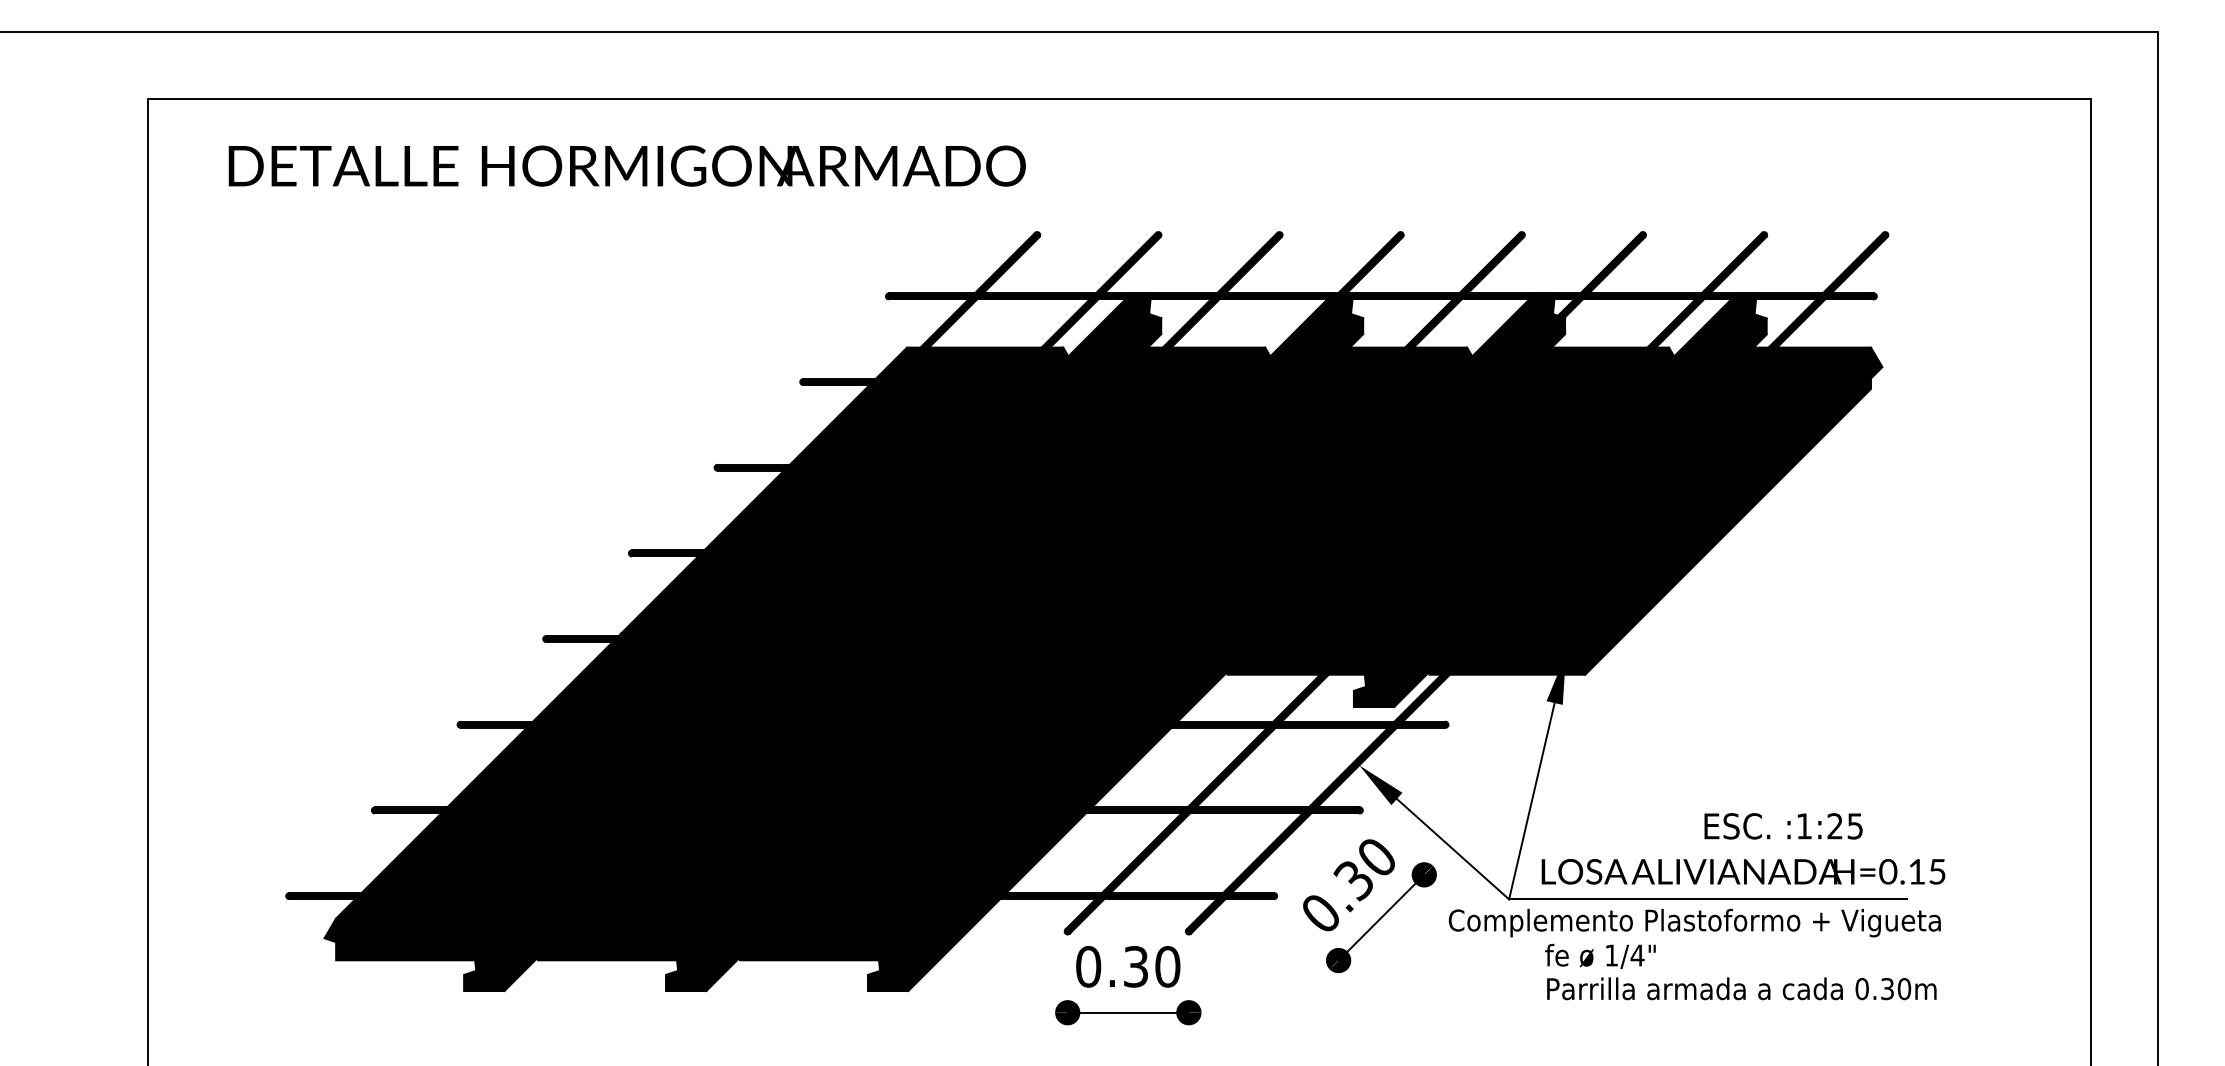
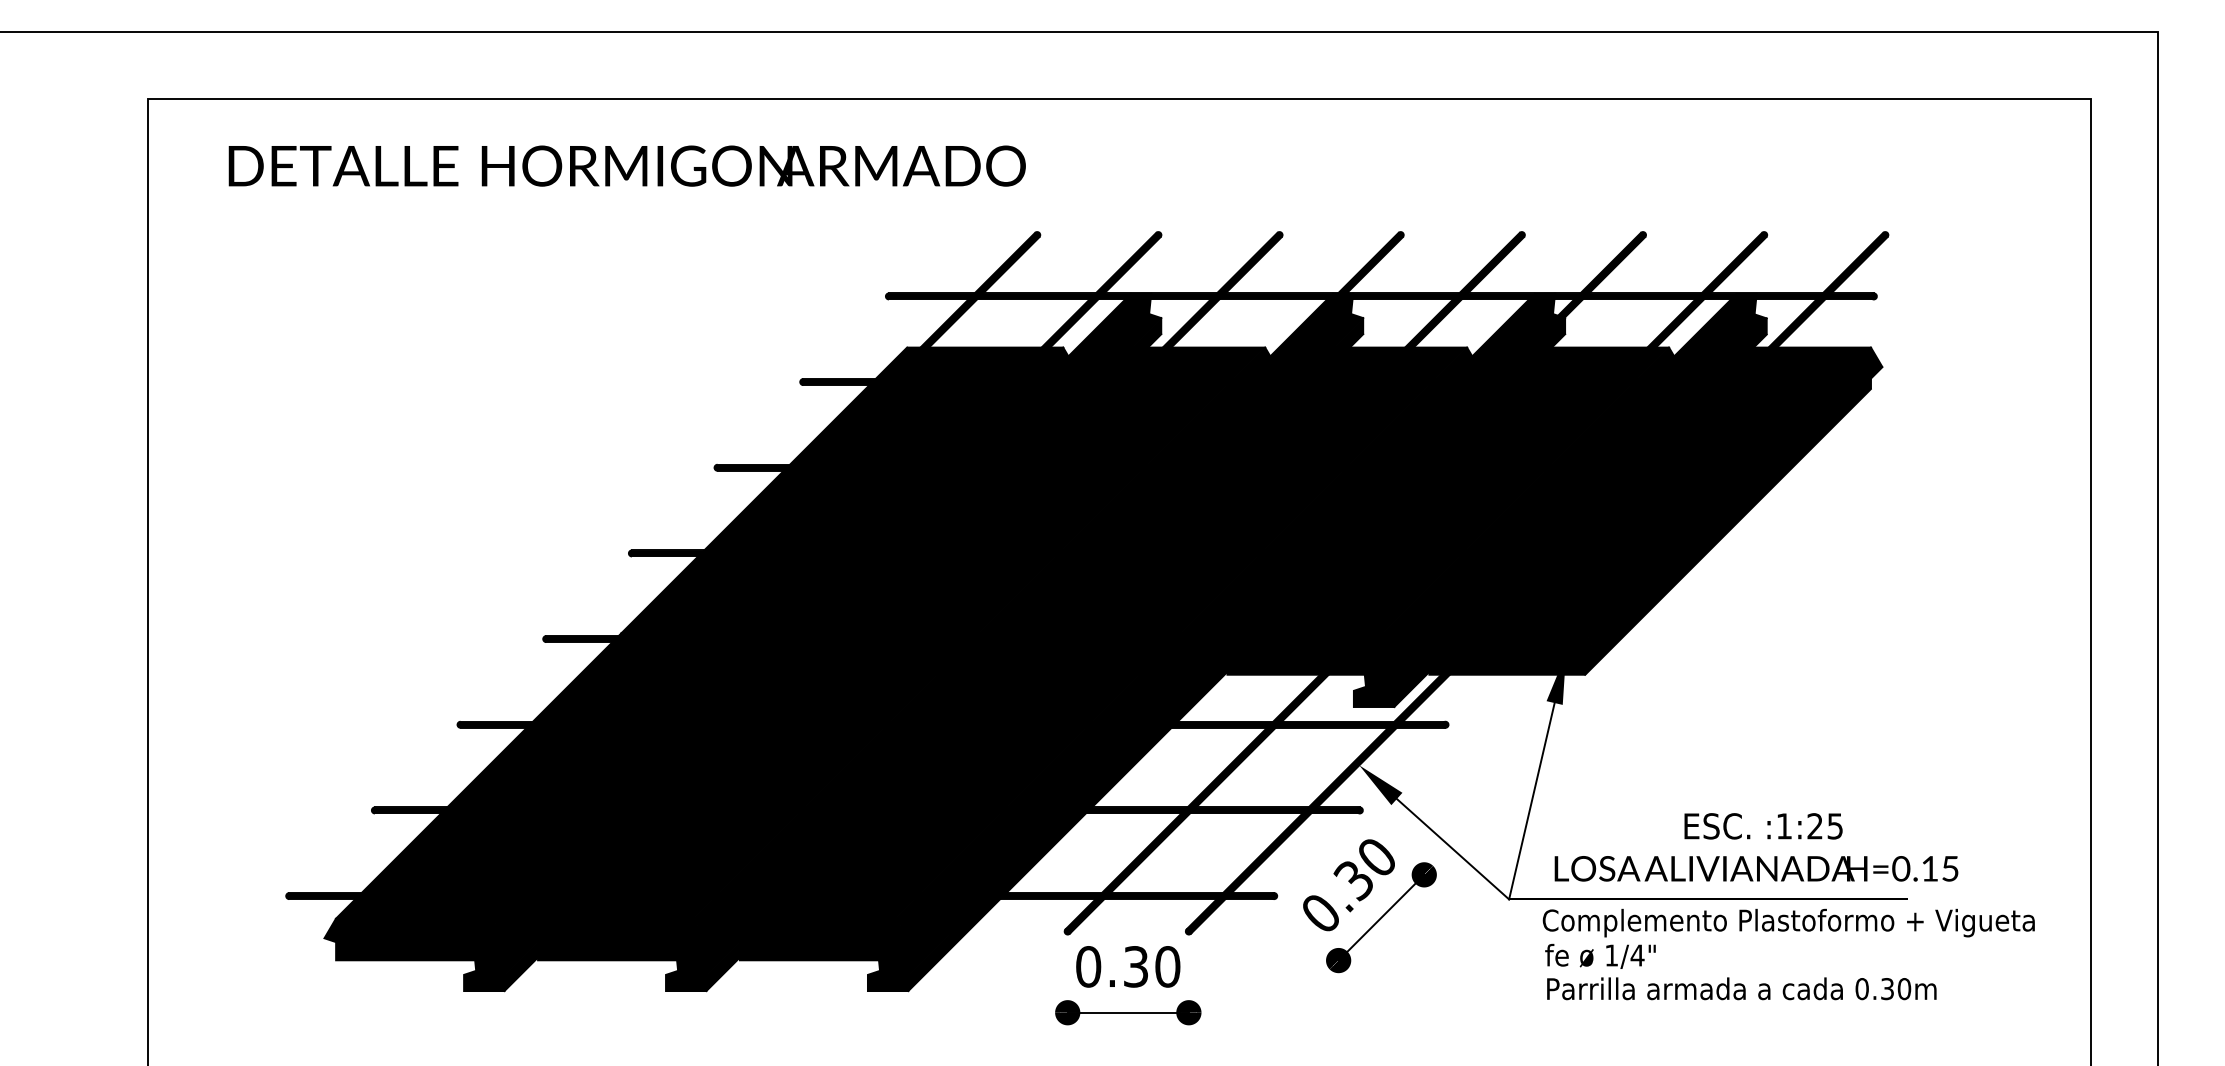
text at (1783, 826) position: (1783, 826) -> (1763, 826)
text at (1743, 871) position: (1743, 871) -> (1756, 868)
text at (1694, 922) position: (1694, 922) -> (1788, 922)
